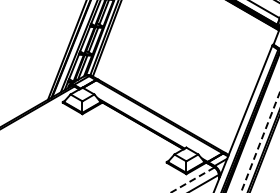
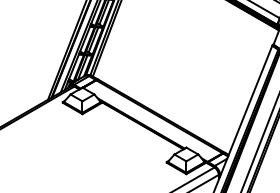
line at (260, 142): dashed -> solid
line at (192, 180): dashed -> solid
